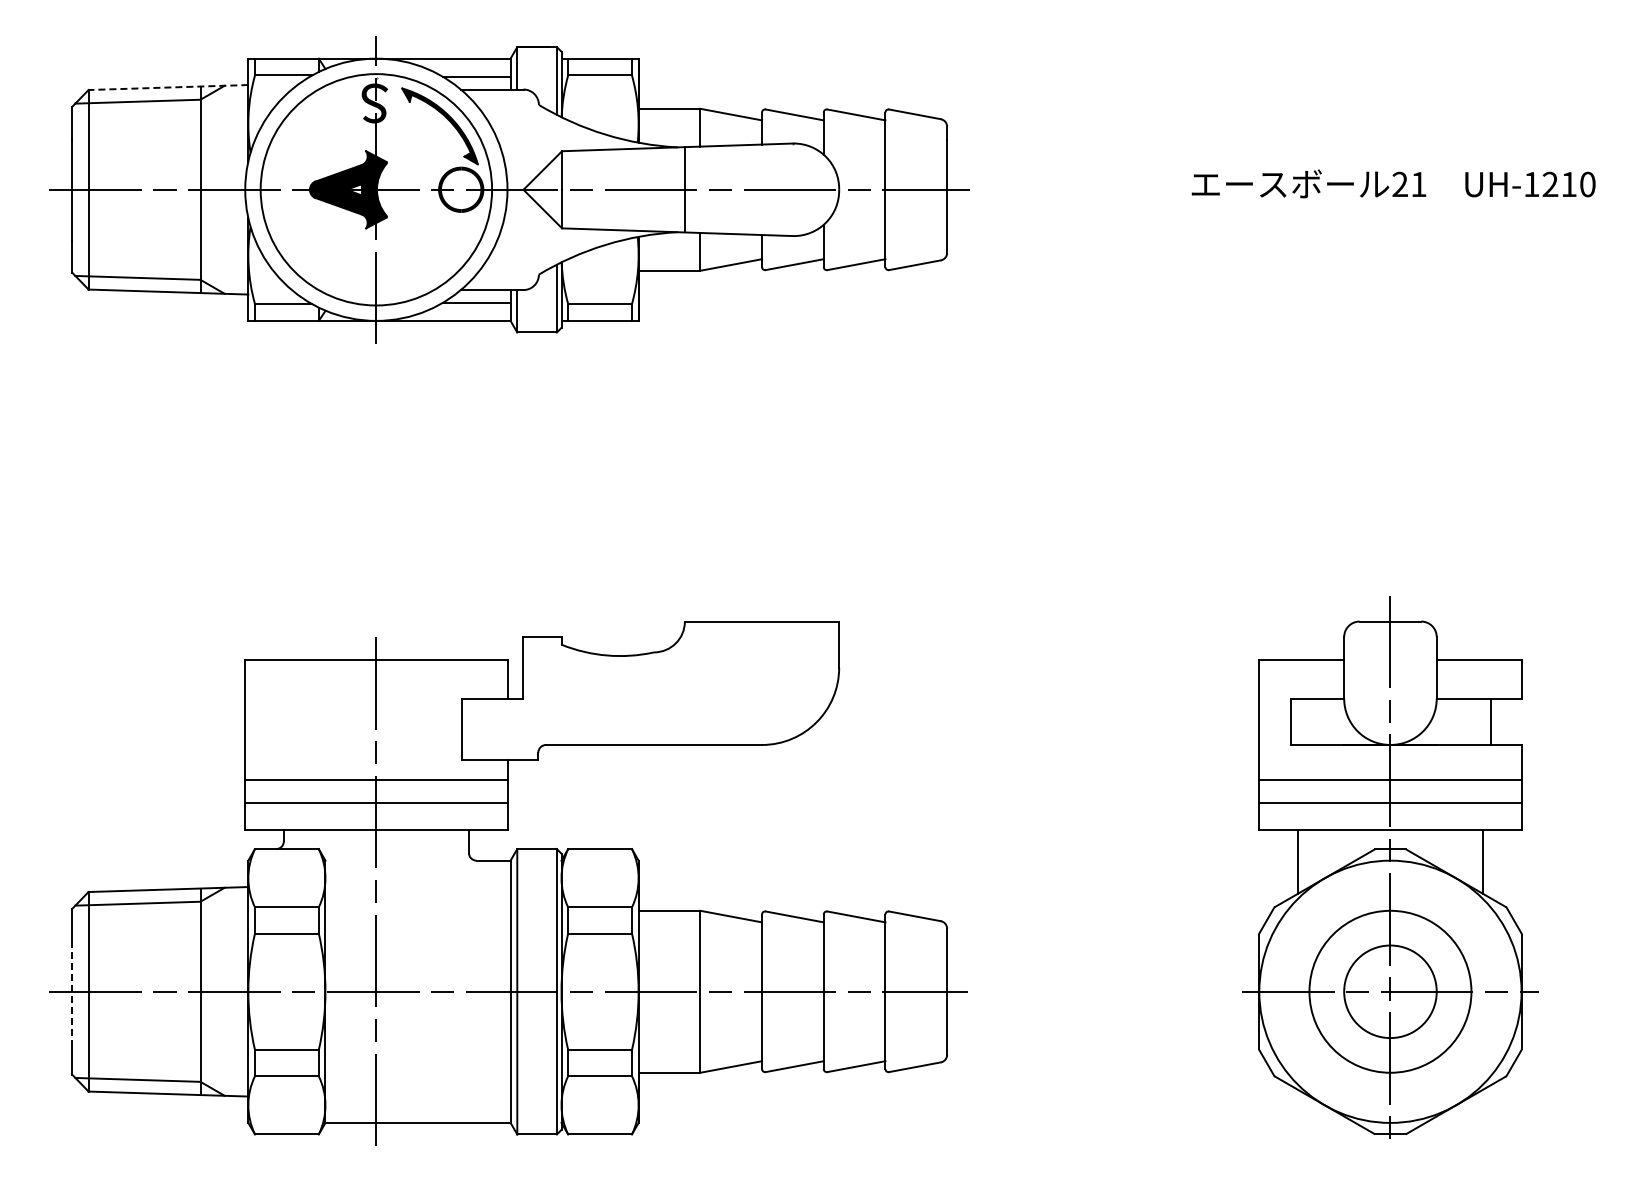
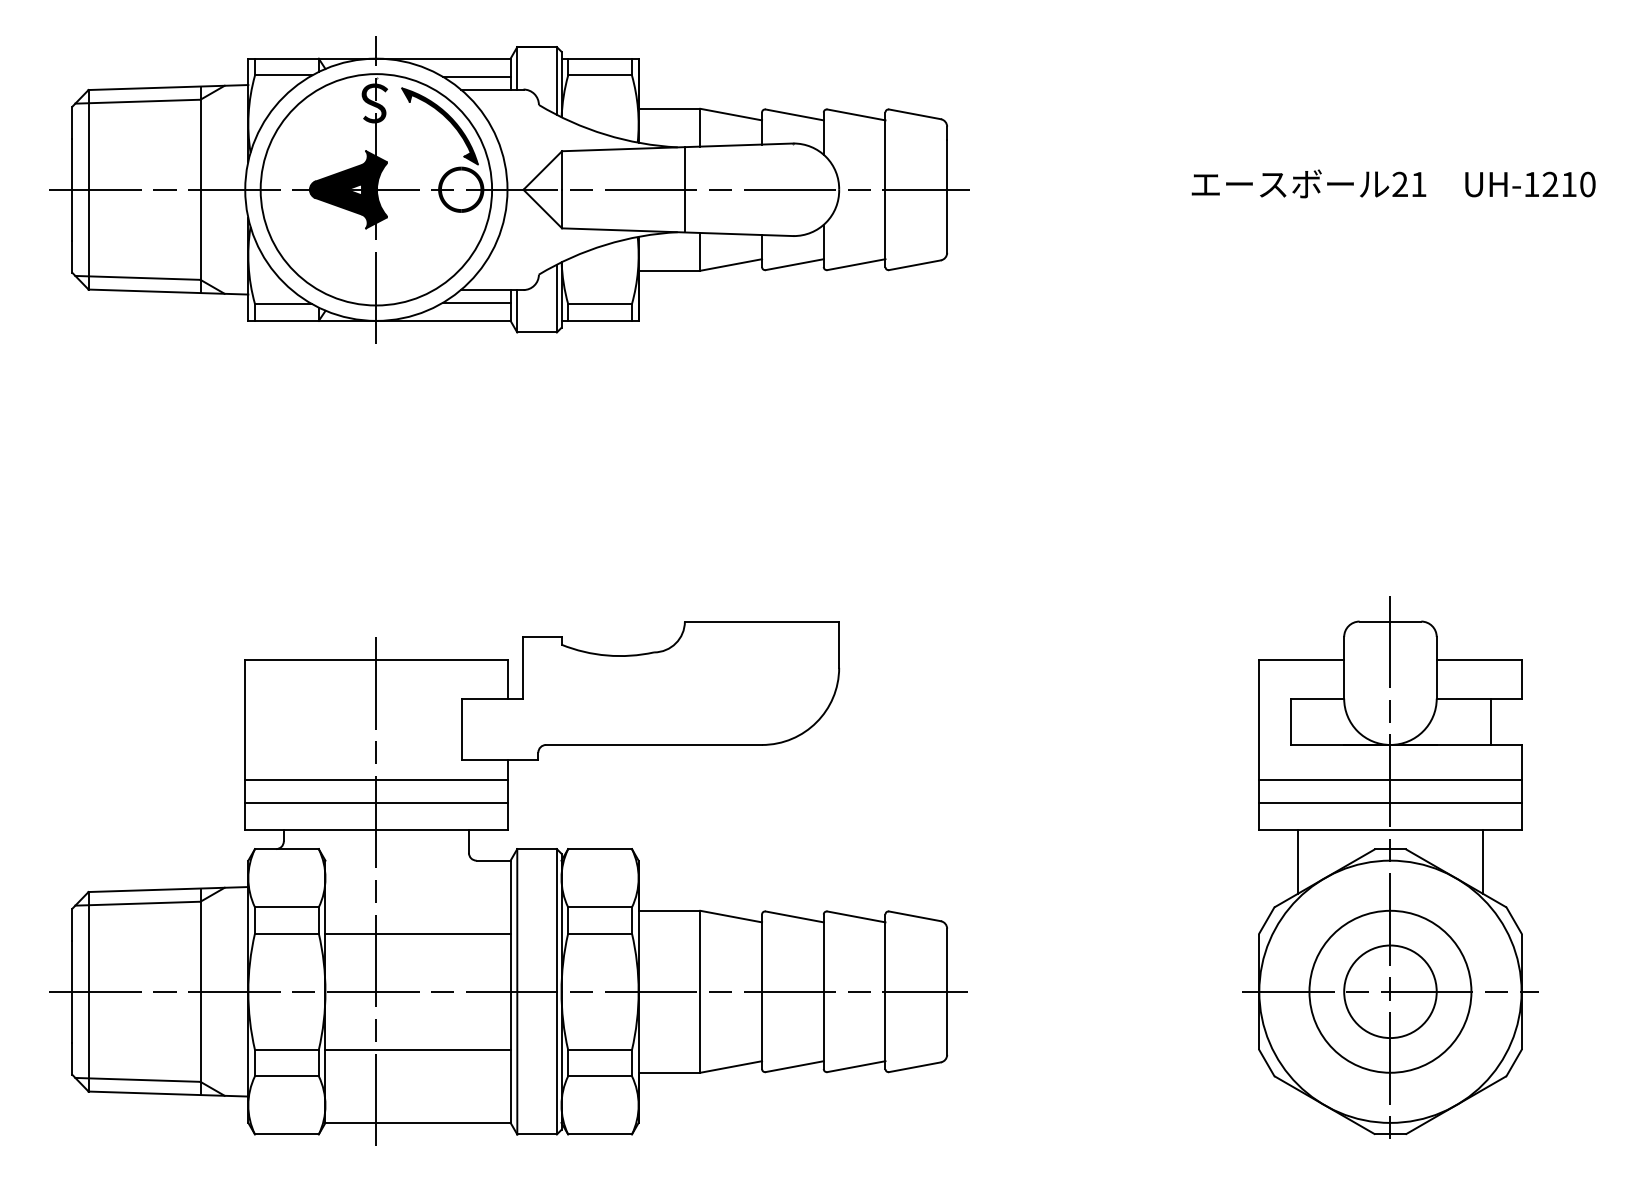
line at (168, 87): dashed -> solid
line at (417, 933): none -> present
line at (72, 991): dashed -> solid
line at (417, 1050): none -> present
